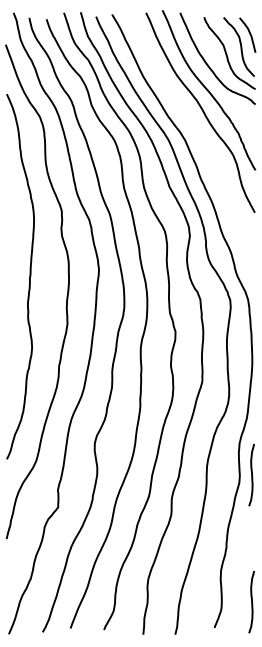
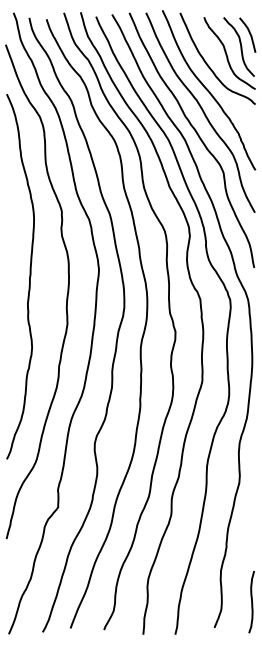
curve at (196, 134): none -> present
curve at (251, 474): present -> none
